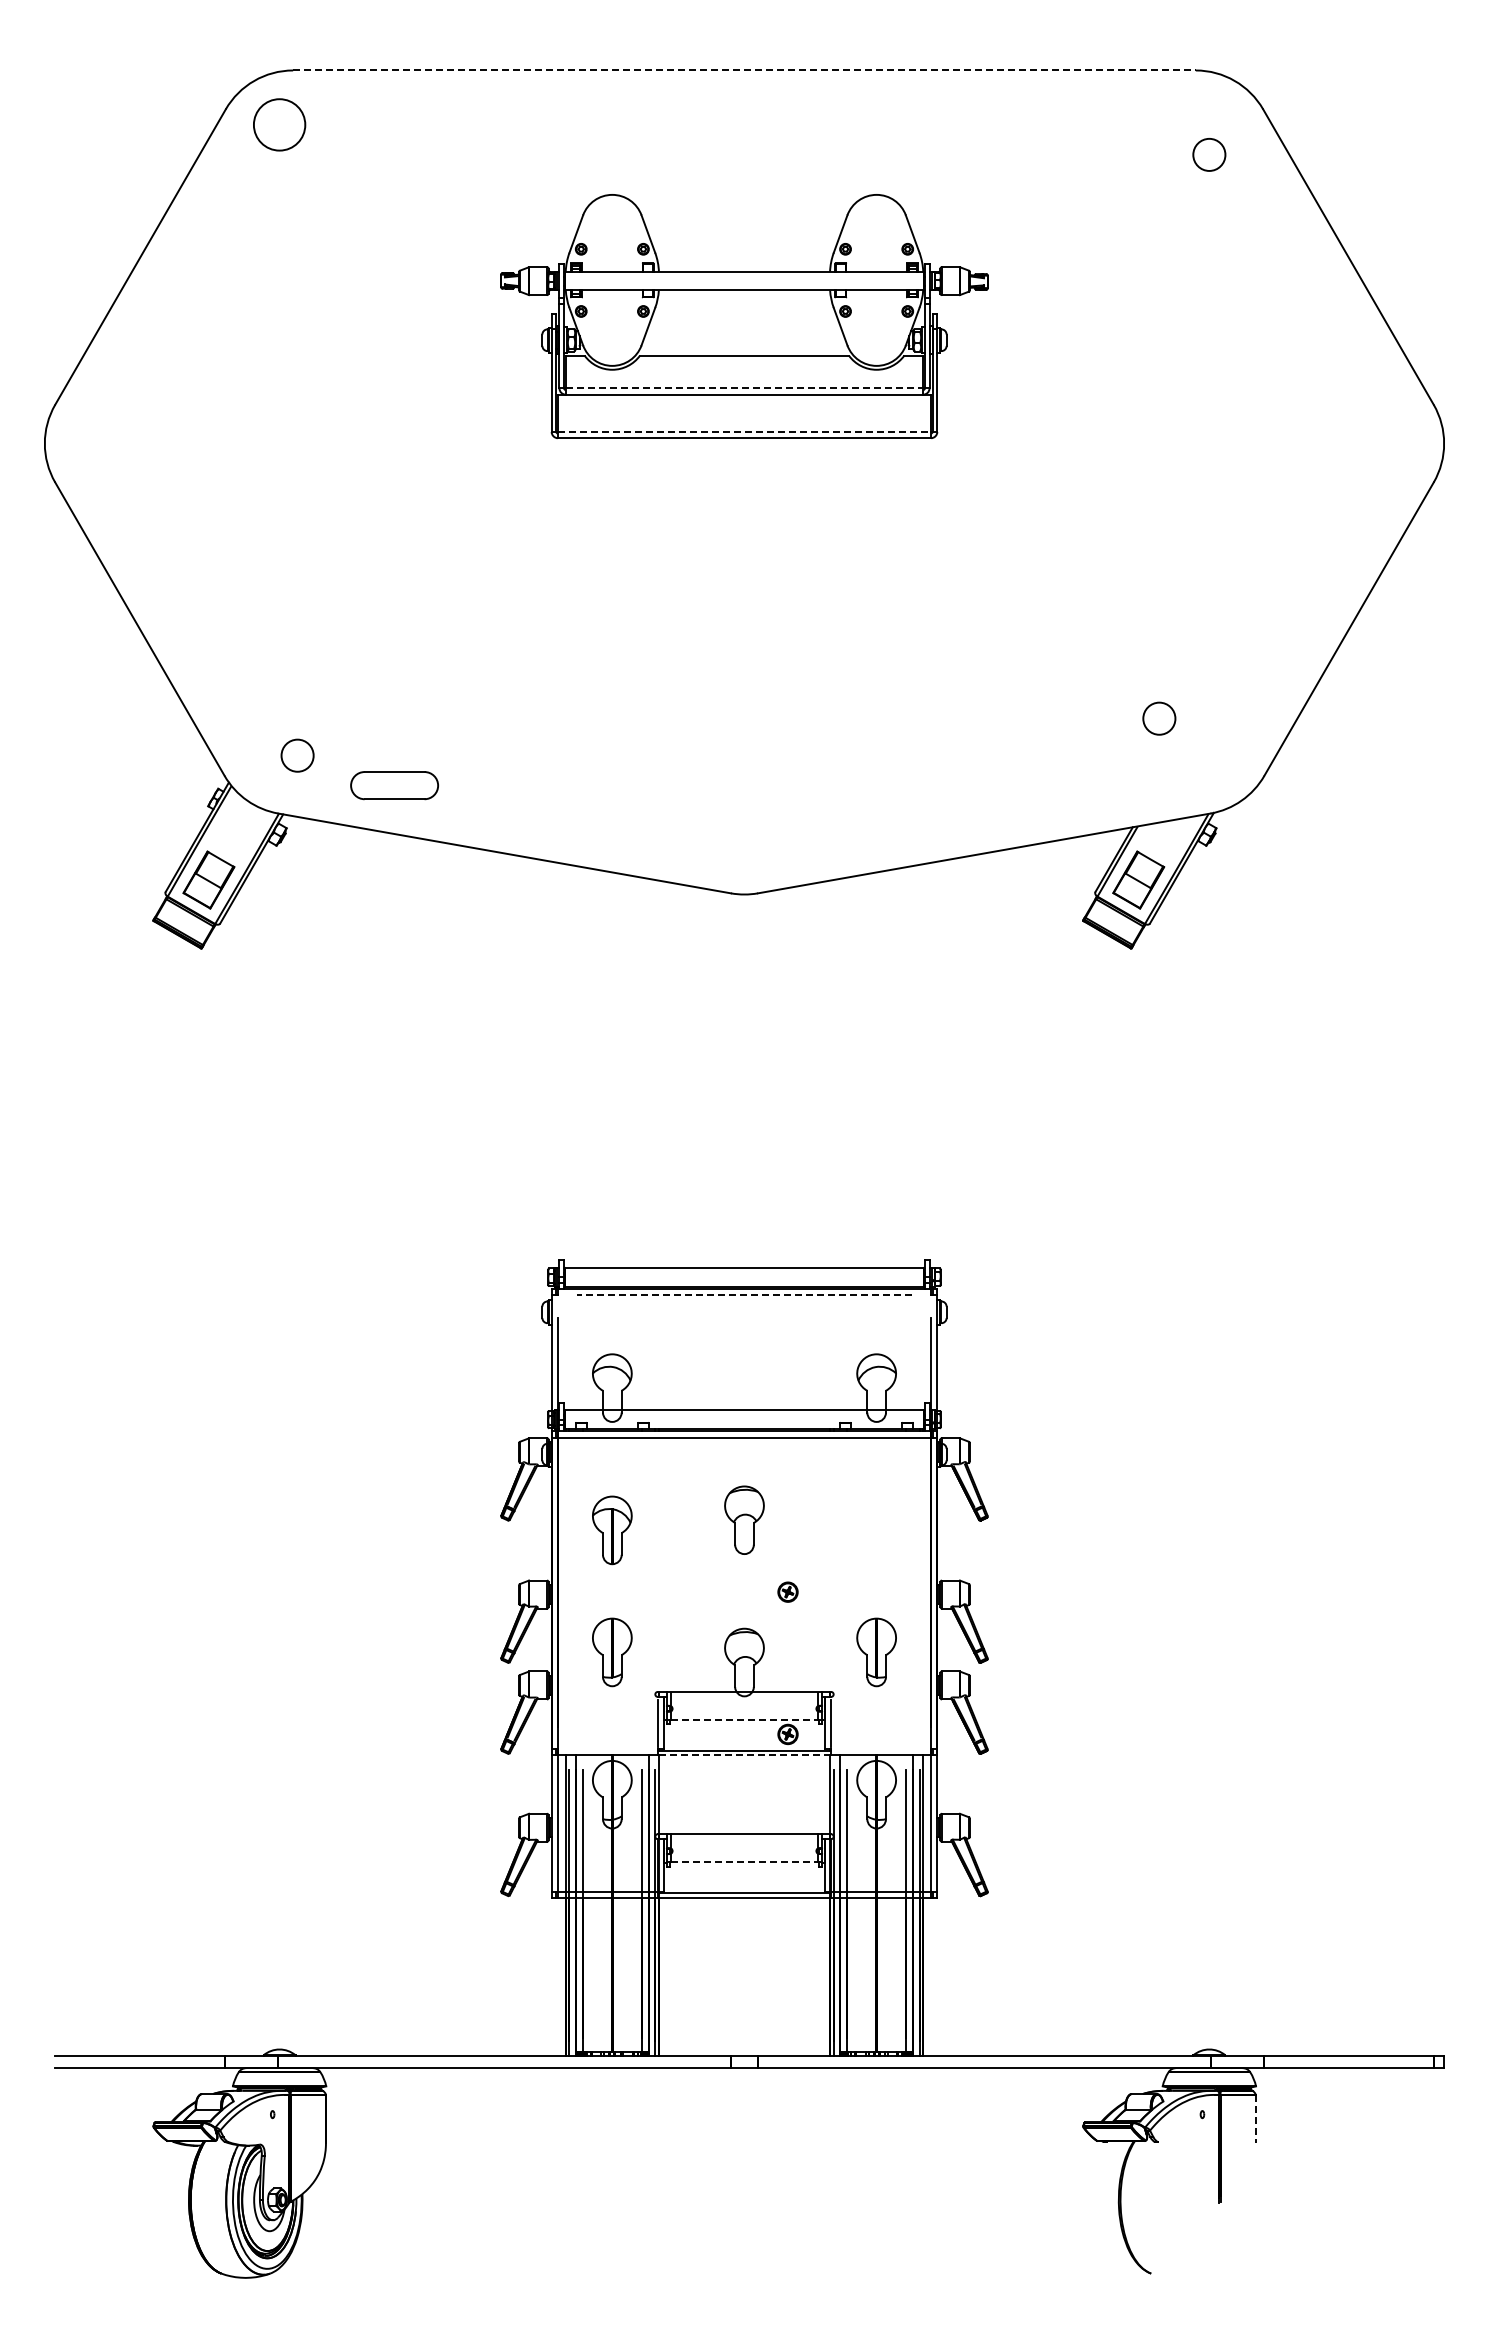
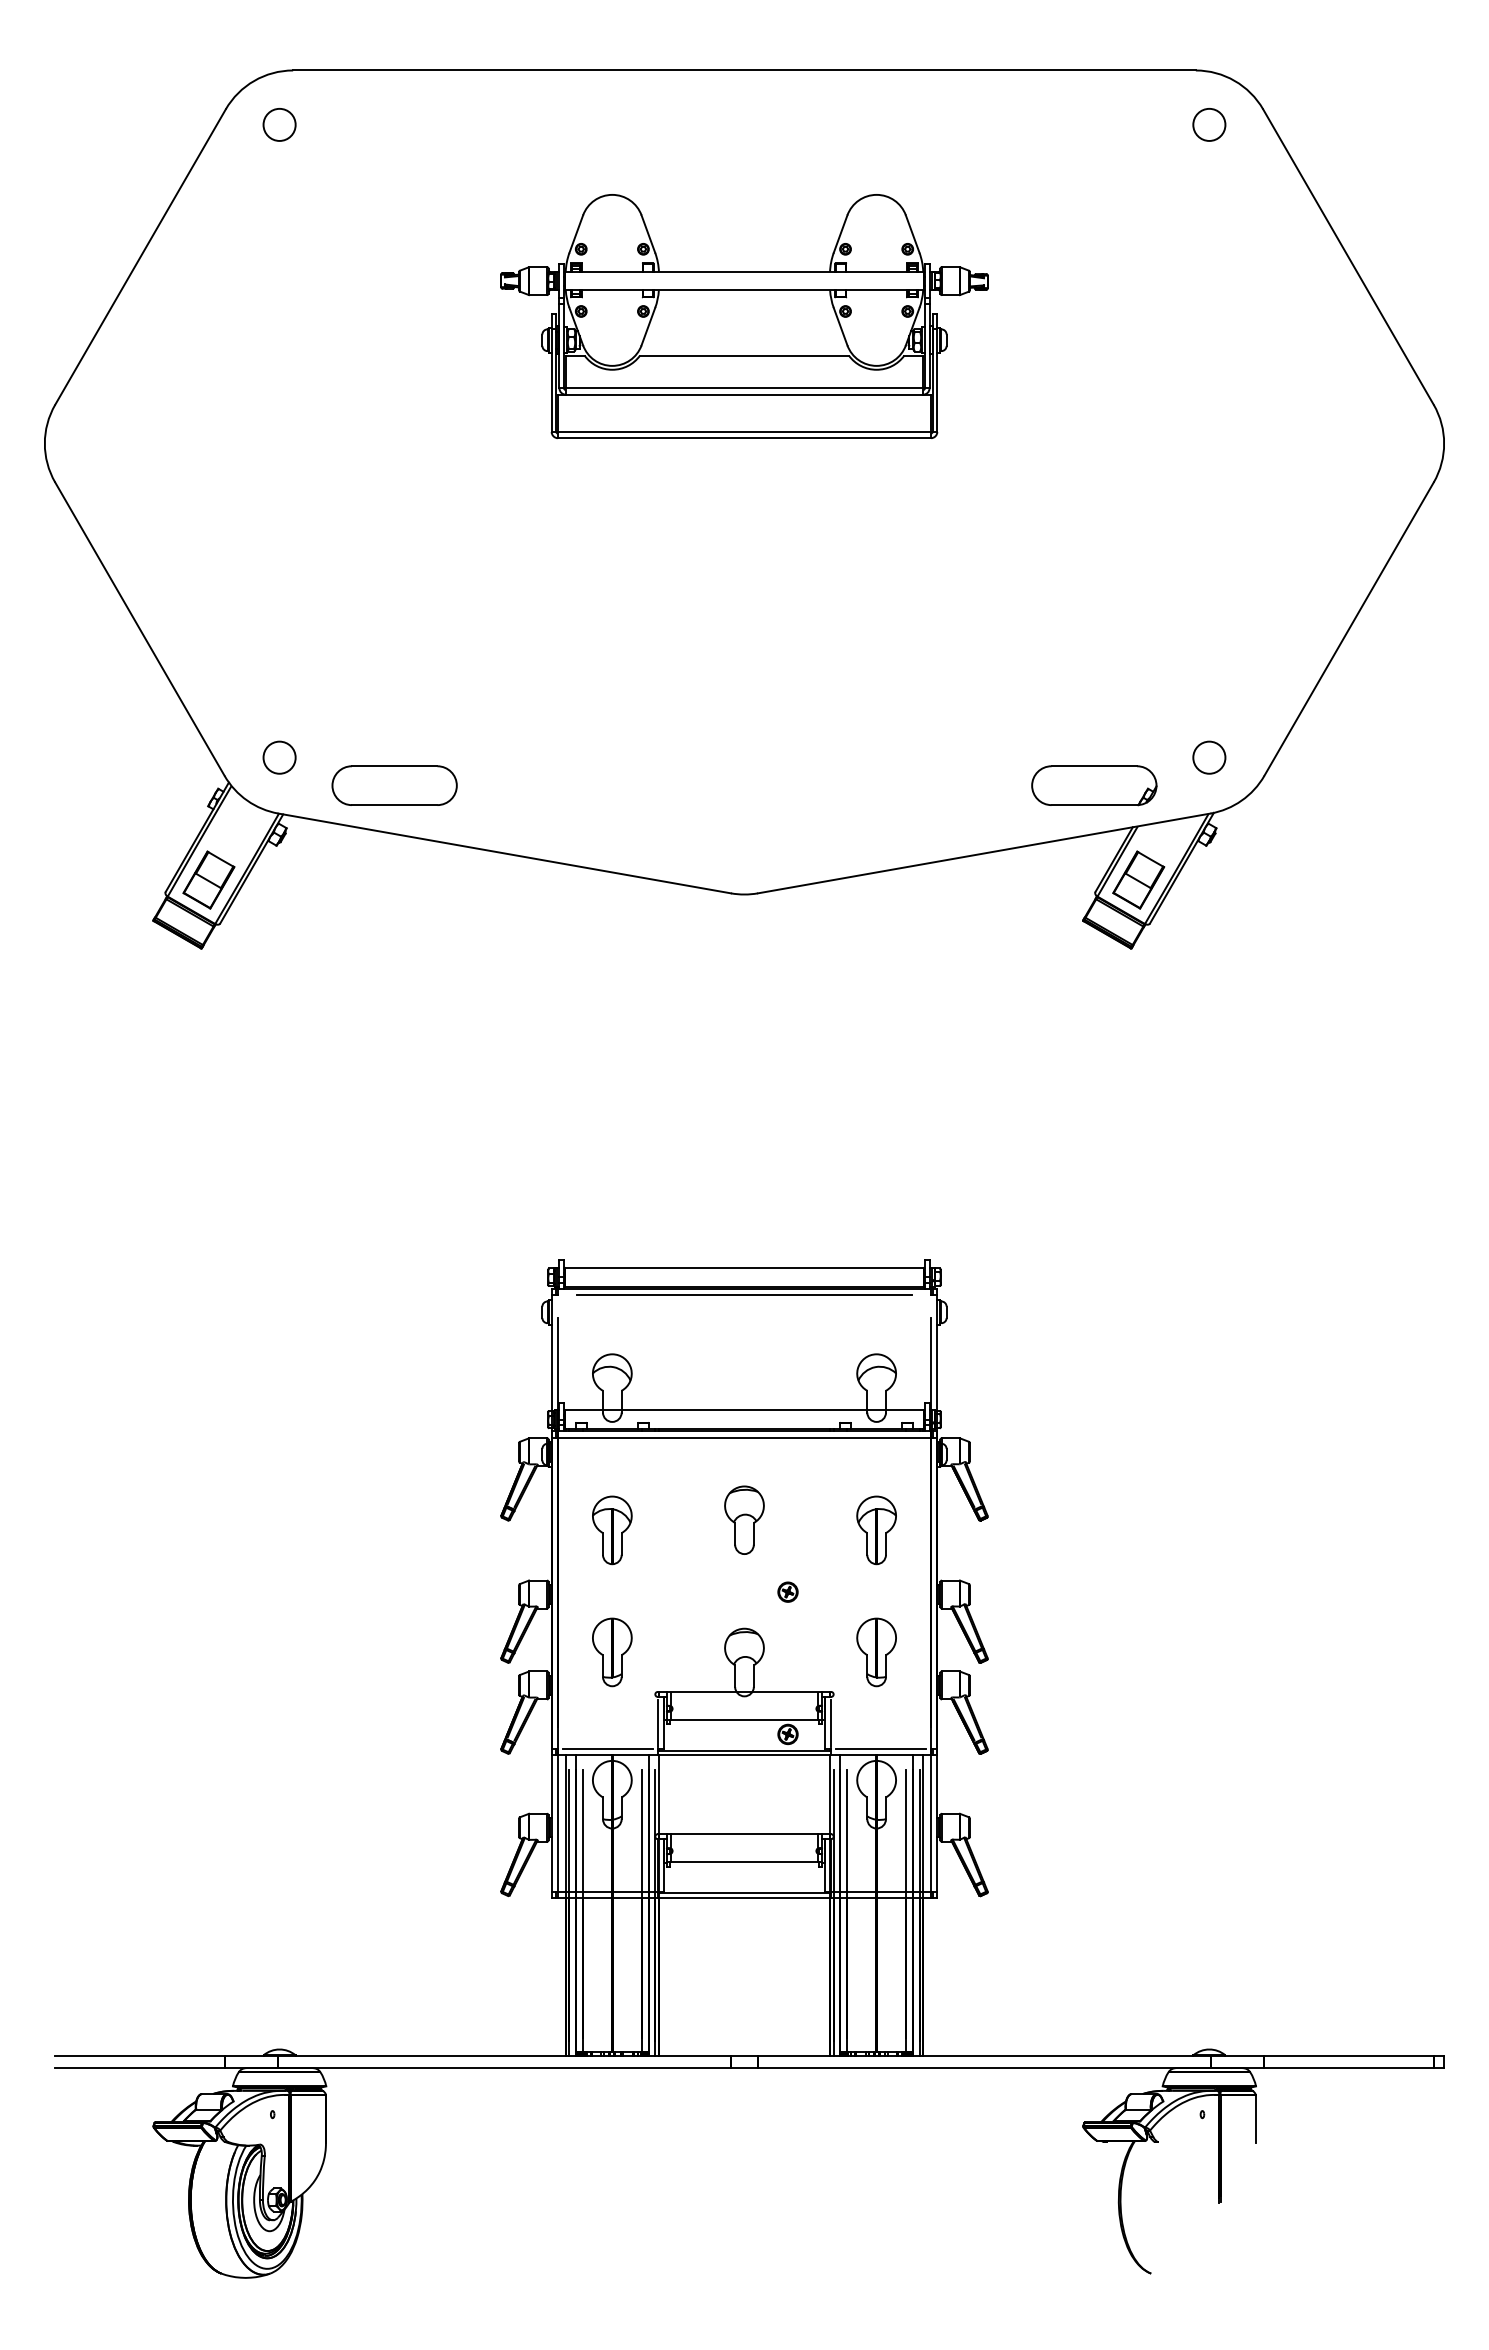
line at (744, 70): dashed -> solid
circle at (279, 124) diameter: 51 px -> 32 px
circle at (1209, 154) position: (1209, 154) -> (1209, 124)
line at (744, 388): dashed -> solid
line at (744, 431): dashed -> solid
circle at (1159, 718) position: (1159, 718) -> (1209, 757)
circle at (297, 755) position: (297, 755) -> (279, 757)
part at (394, 785) size: 89x30 px -> 127x41 px
part at (1094, 785): none -> present
line at (744, 1295): dashed -> solid
part at (876, 1530): none -> present
line at (744, 1719): dashed -> solid
line at (607, 1749): none -> present
line at (881, 1749): none -> present
line at (744, 1755): dashed -> solid
line at (744, 1861): dashed -> solid
line at (1255, 2119): dashed -> solid
